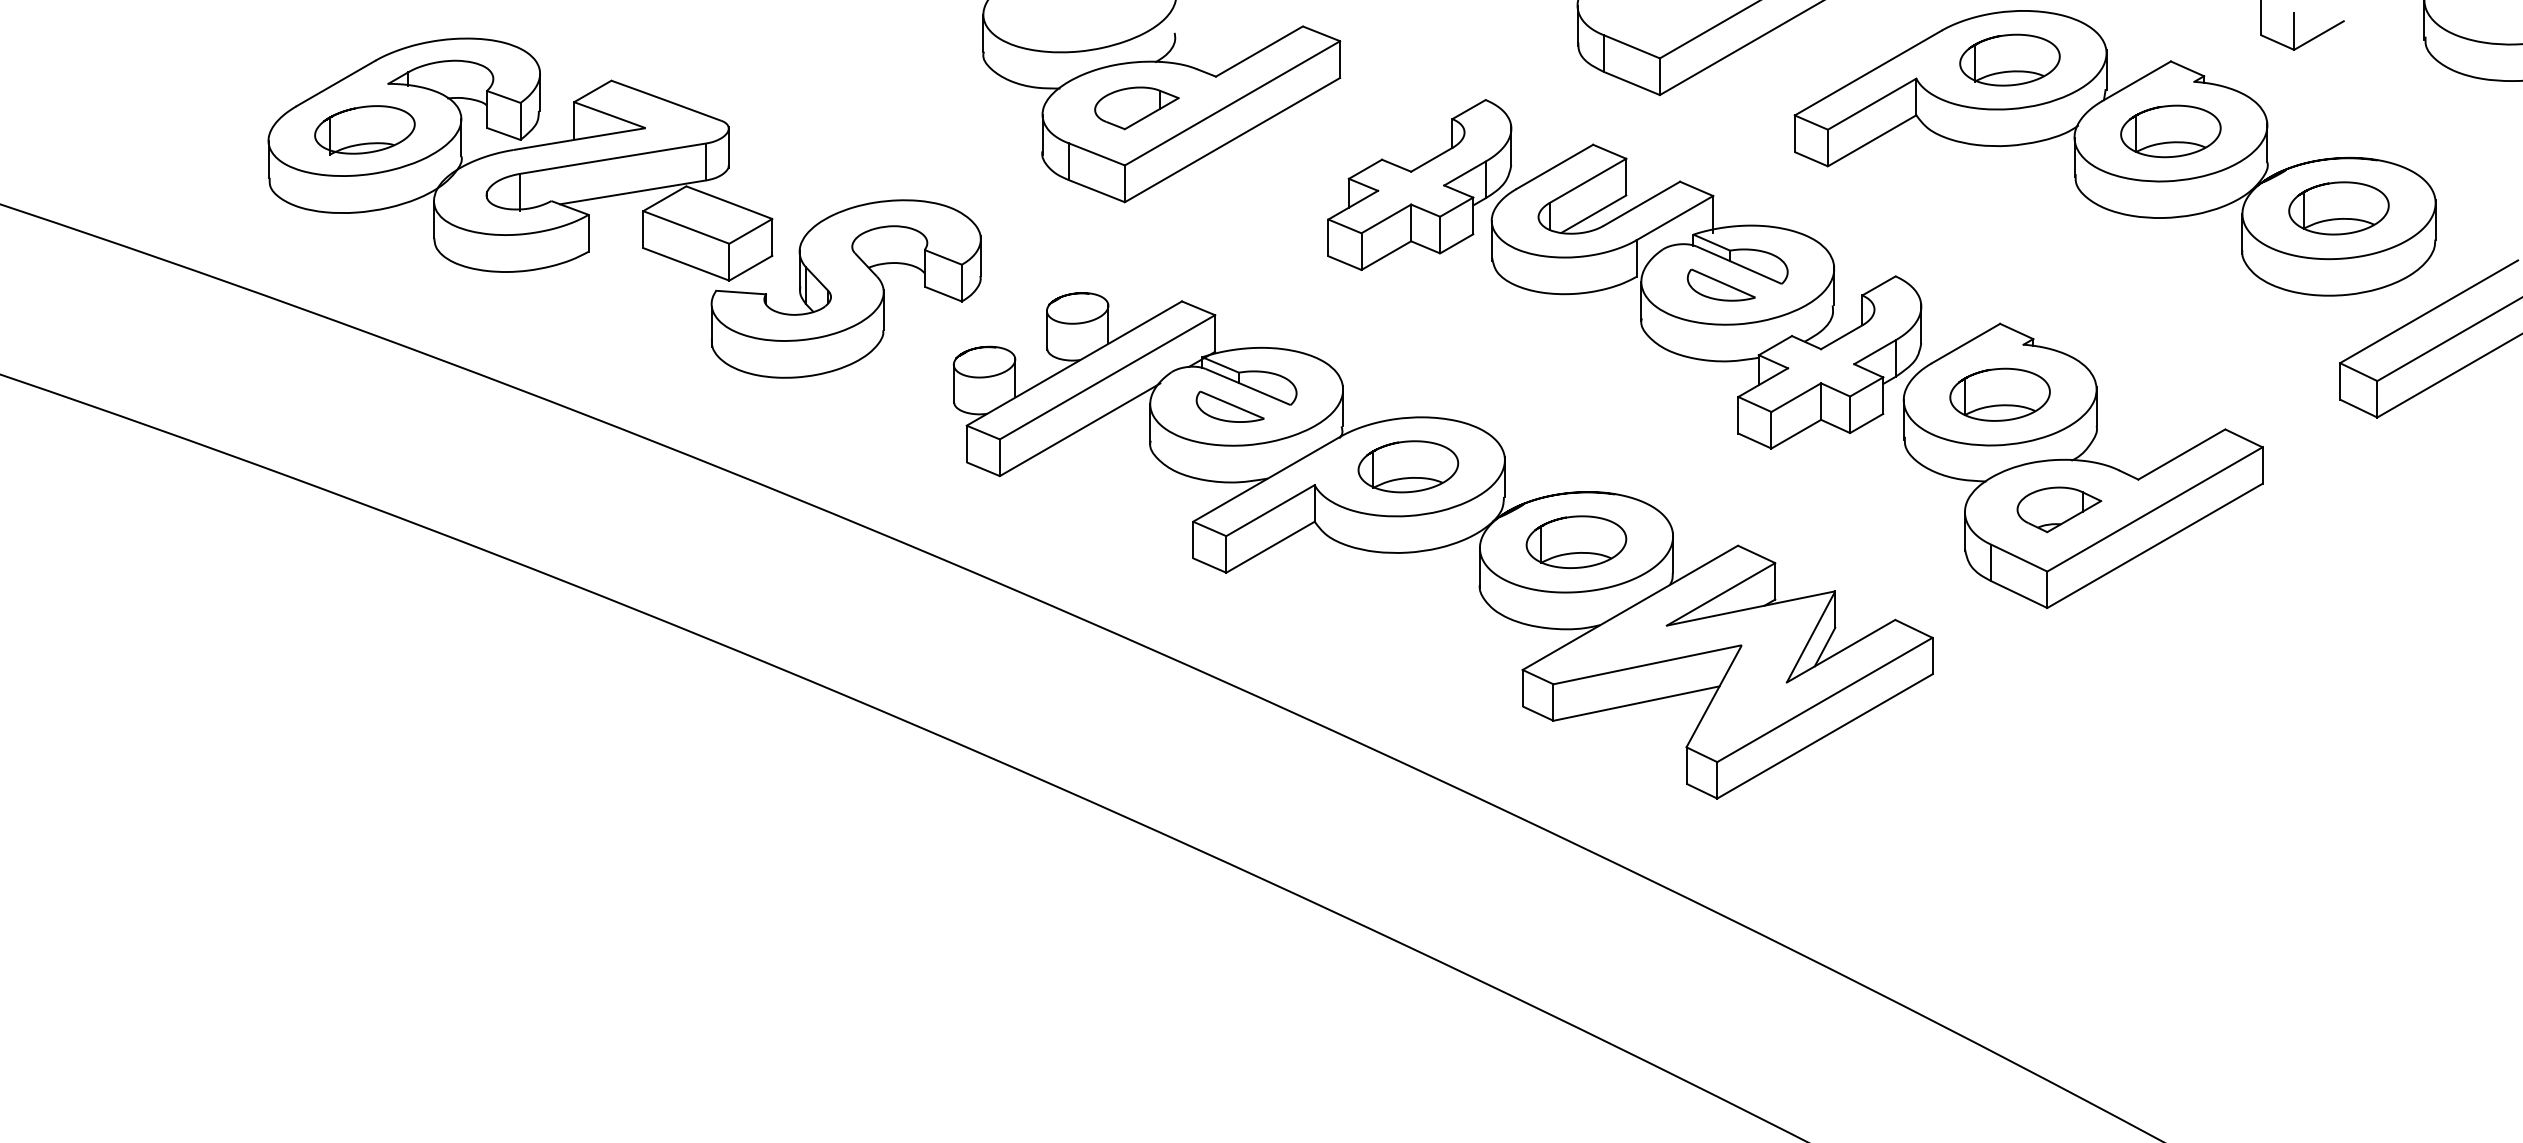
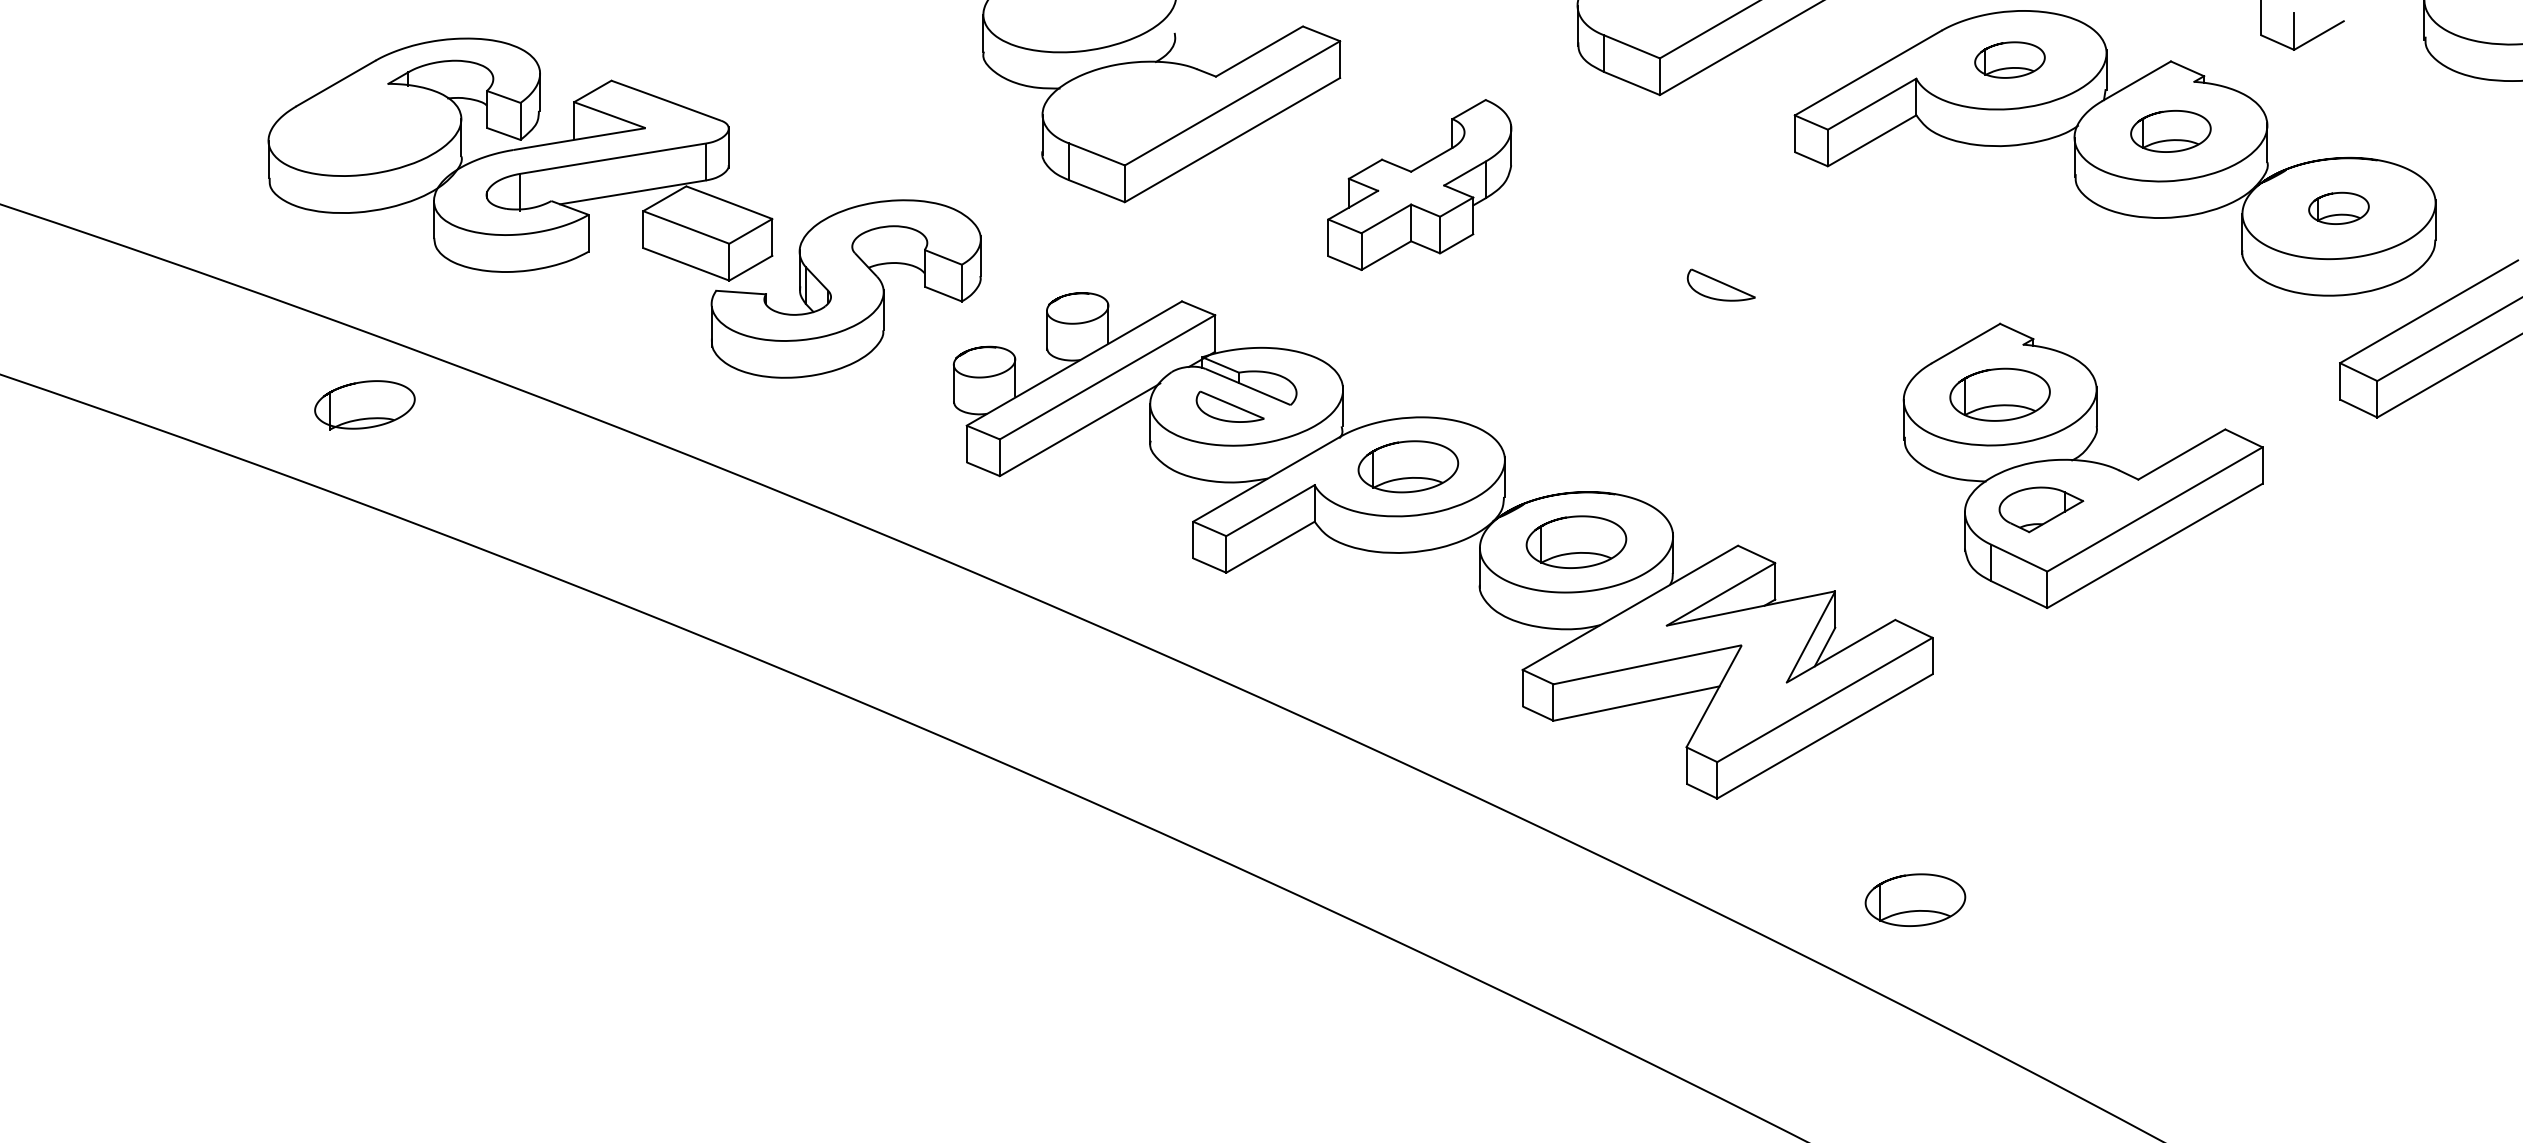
part at (2009, 59) size: 102x54 px -> 72x38 px
part at (1136, 108): present -> none
part at (364, 130) position: (364, 130) -> (364, 405)
part at (2170, 131) size: 102x55 px -> 82x43 px
part at (2338, 208) size: 102x55 px -> 62x34 px
part at (1706, 296): present -> none
part at (2059, 509) position: (2059, 509) -> (2041, 509)
part at (1915, 899): none -> present
